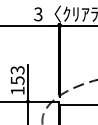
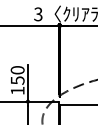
text at (17, 70): 153 -> 150
